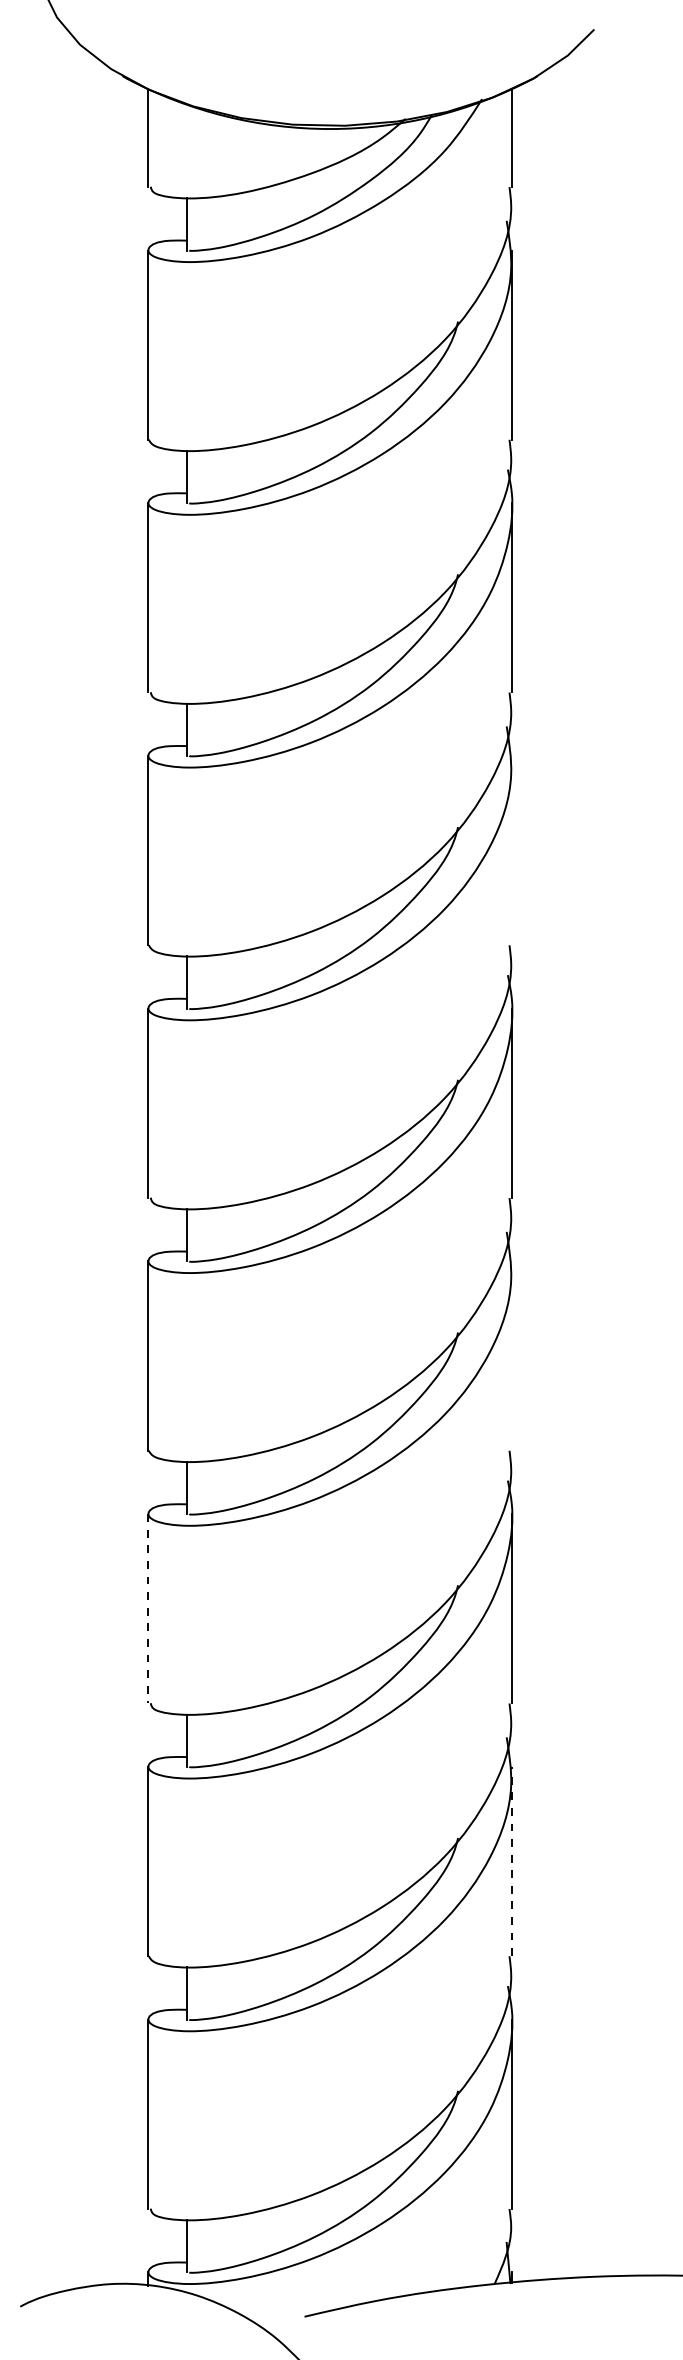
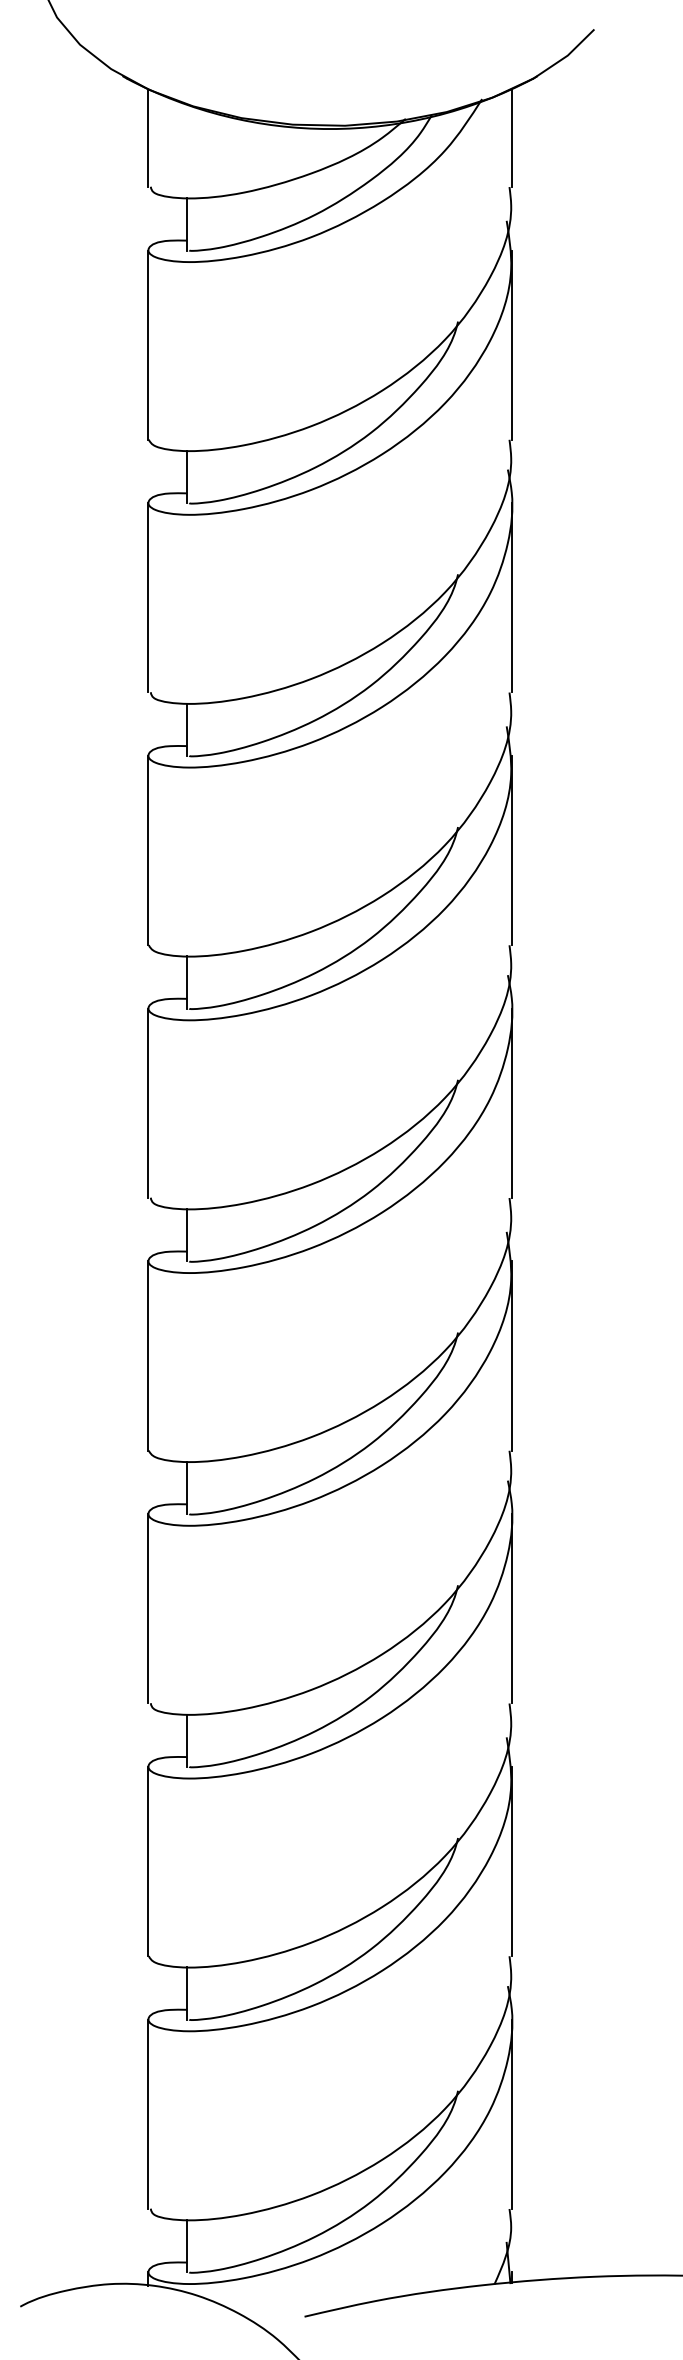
line at (512, 850): none -> present
line at (512, 1355): none -> present
line at (148, 1608): dashed -> solid
line at (512, 1861): dashed -> solid
